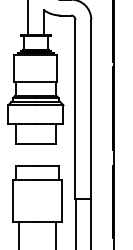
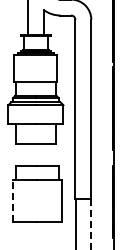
line at (12, 200): solid -> dashed
line at (91, 224): solid -> dashed
line at (19, 233): present -> none
line at (55, 233): present -> none
